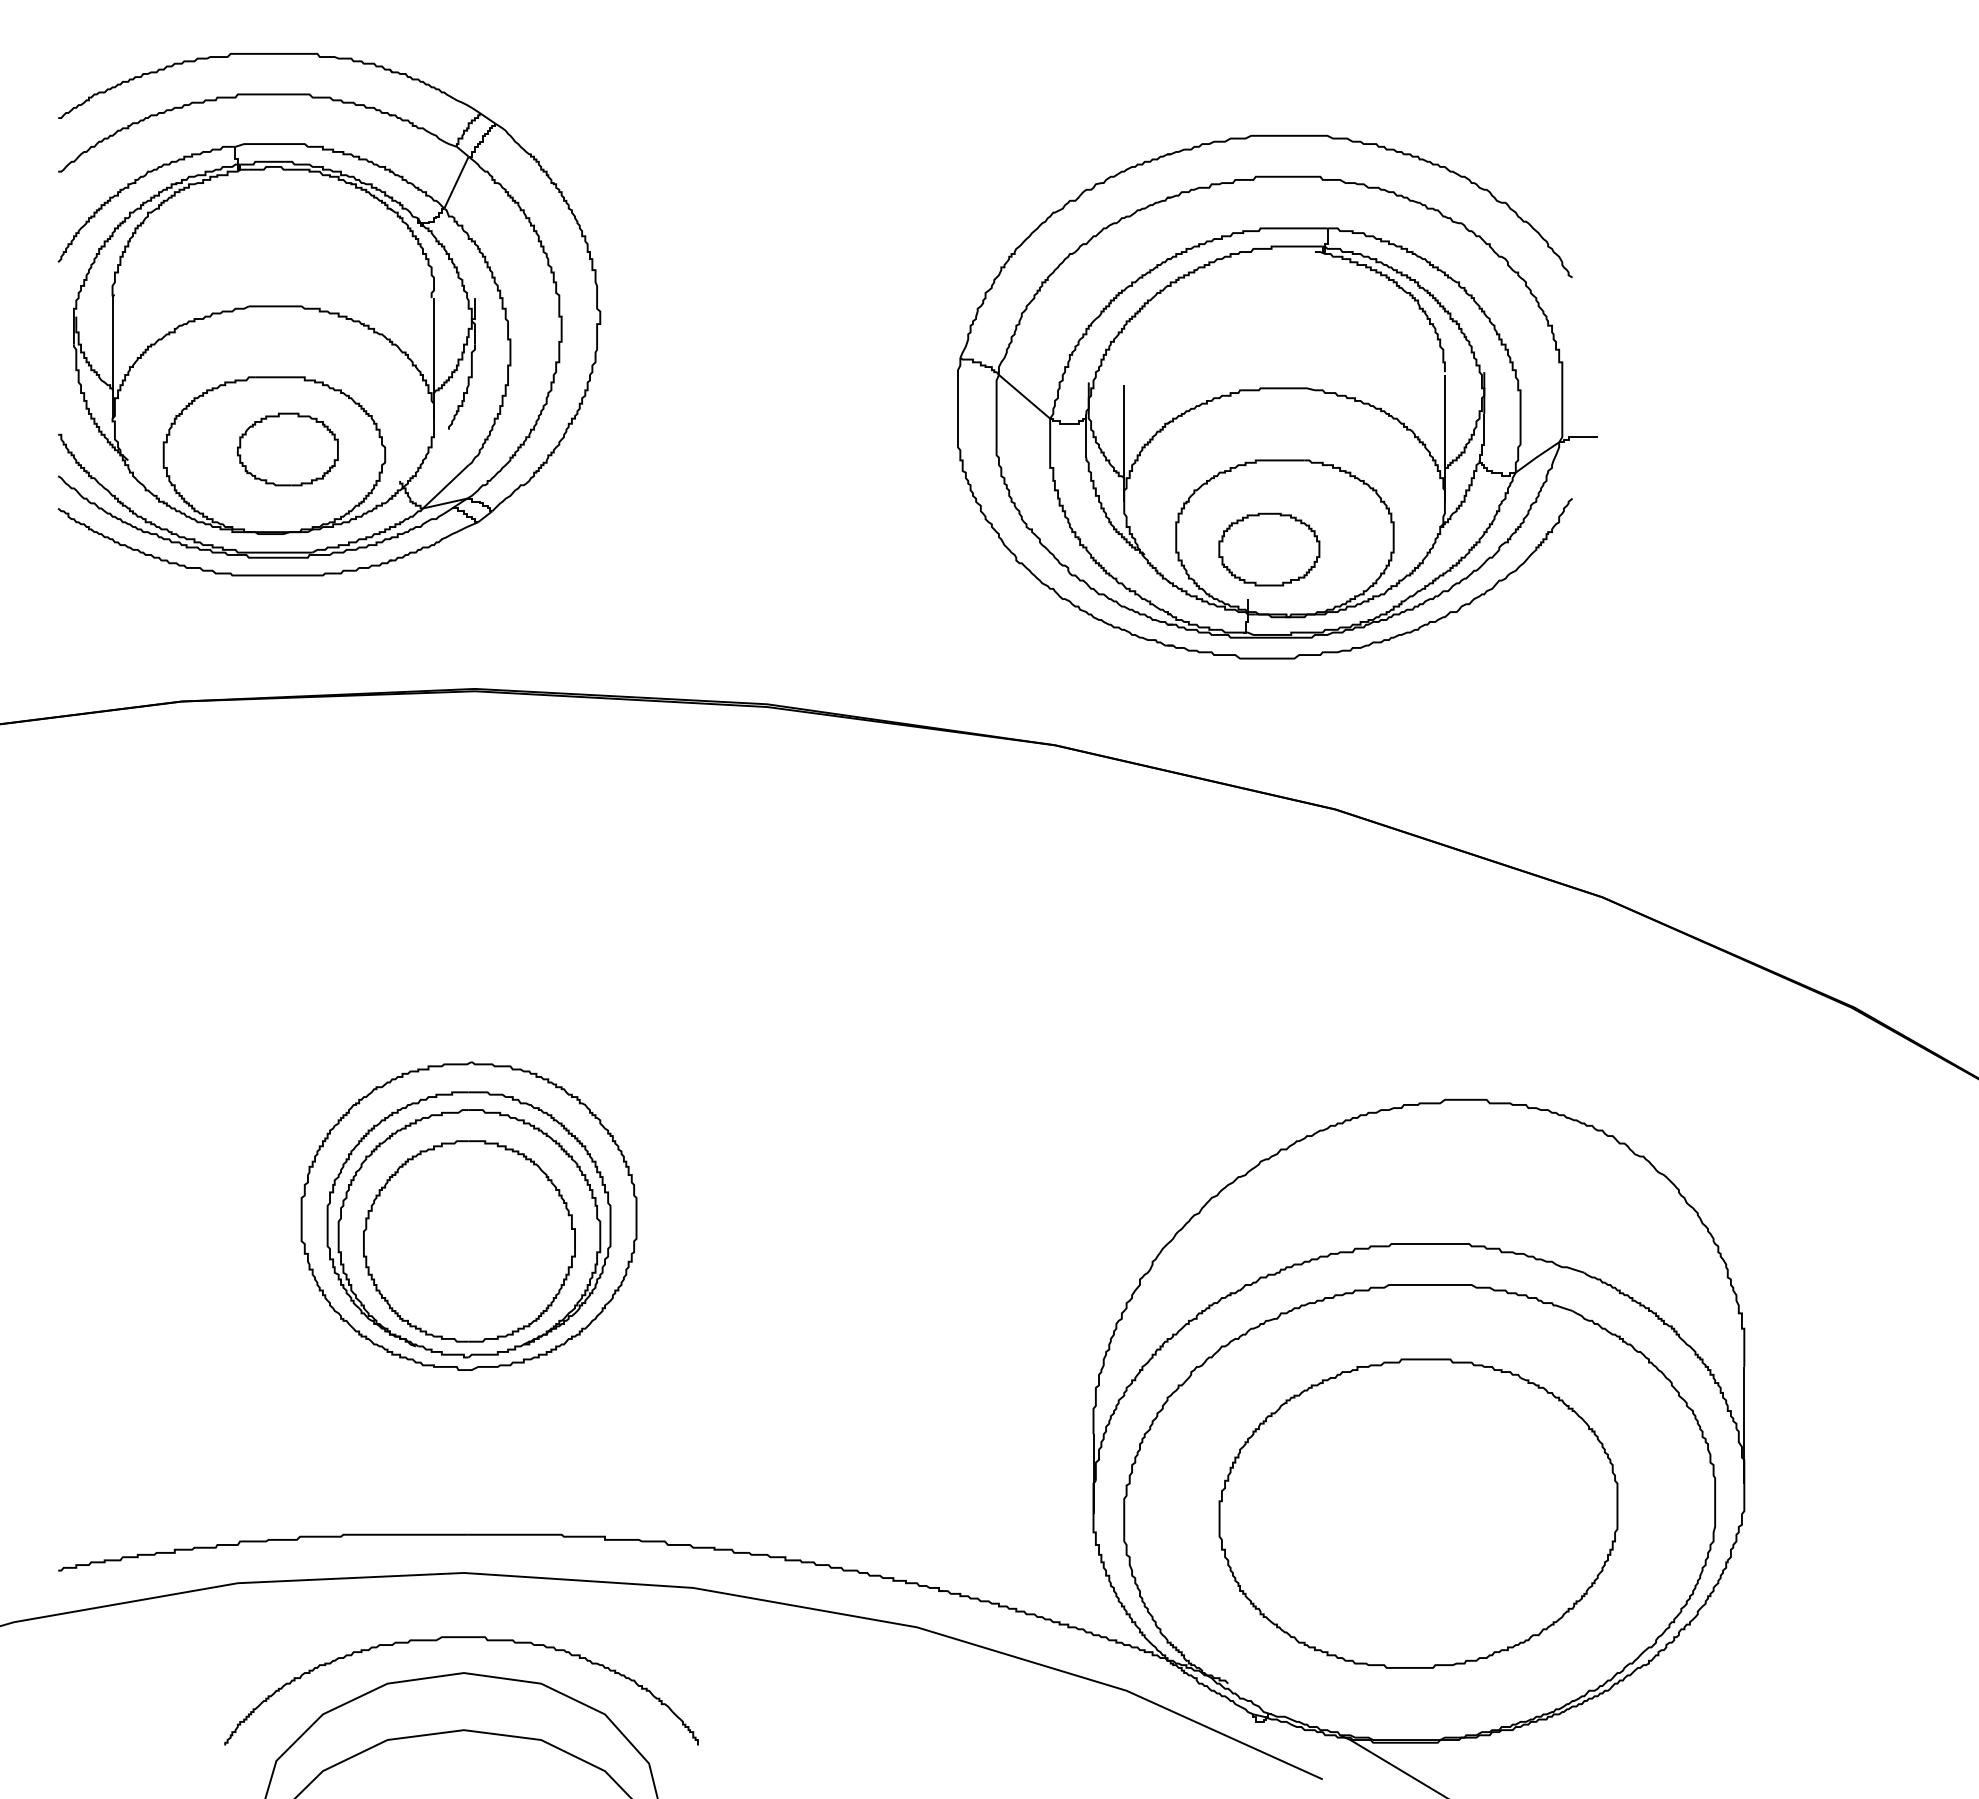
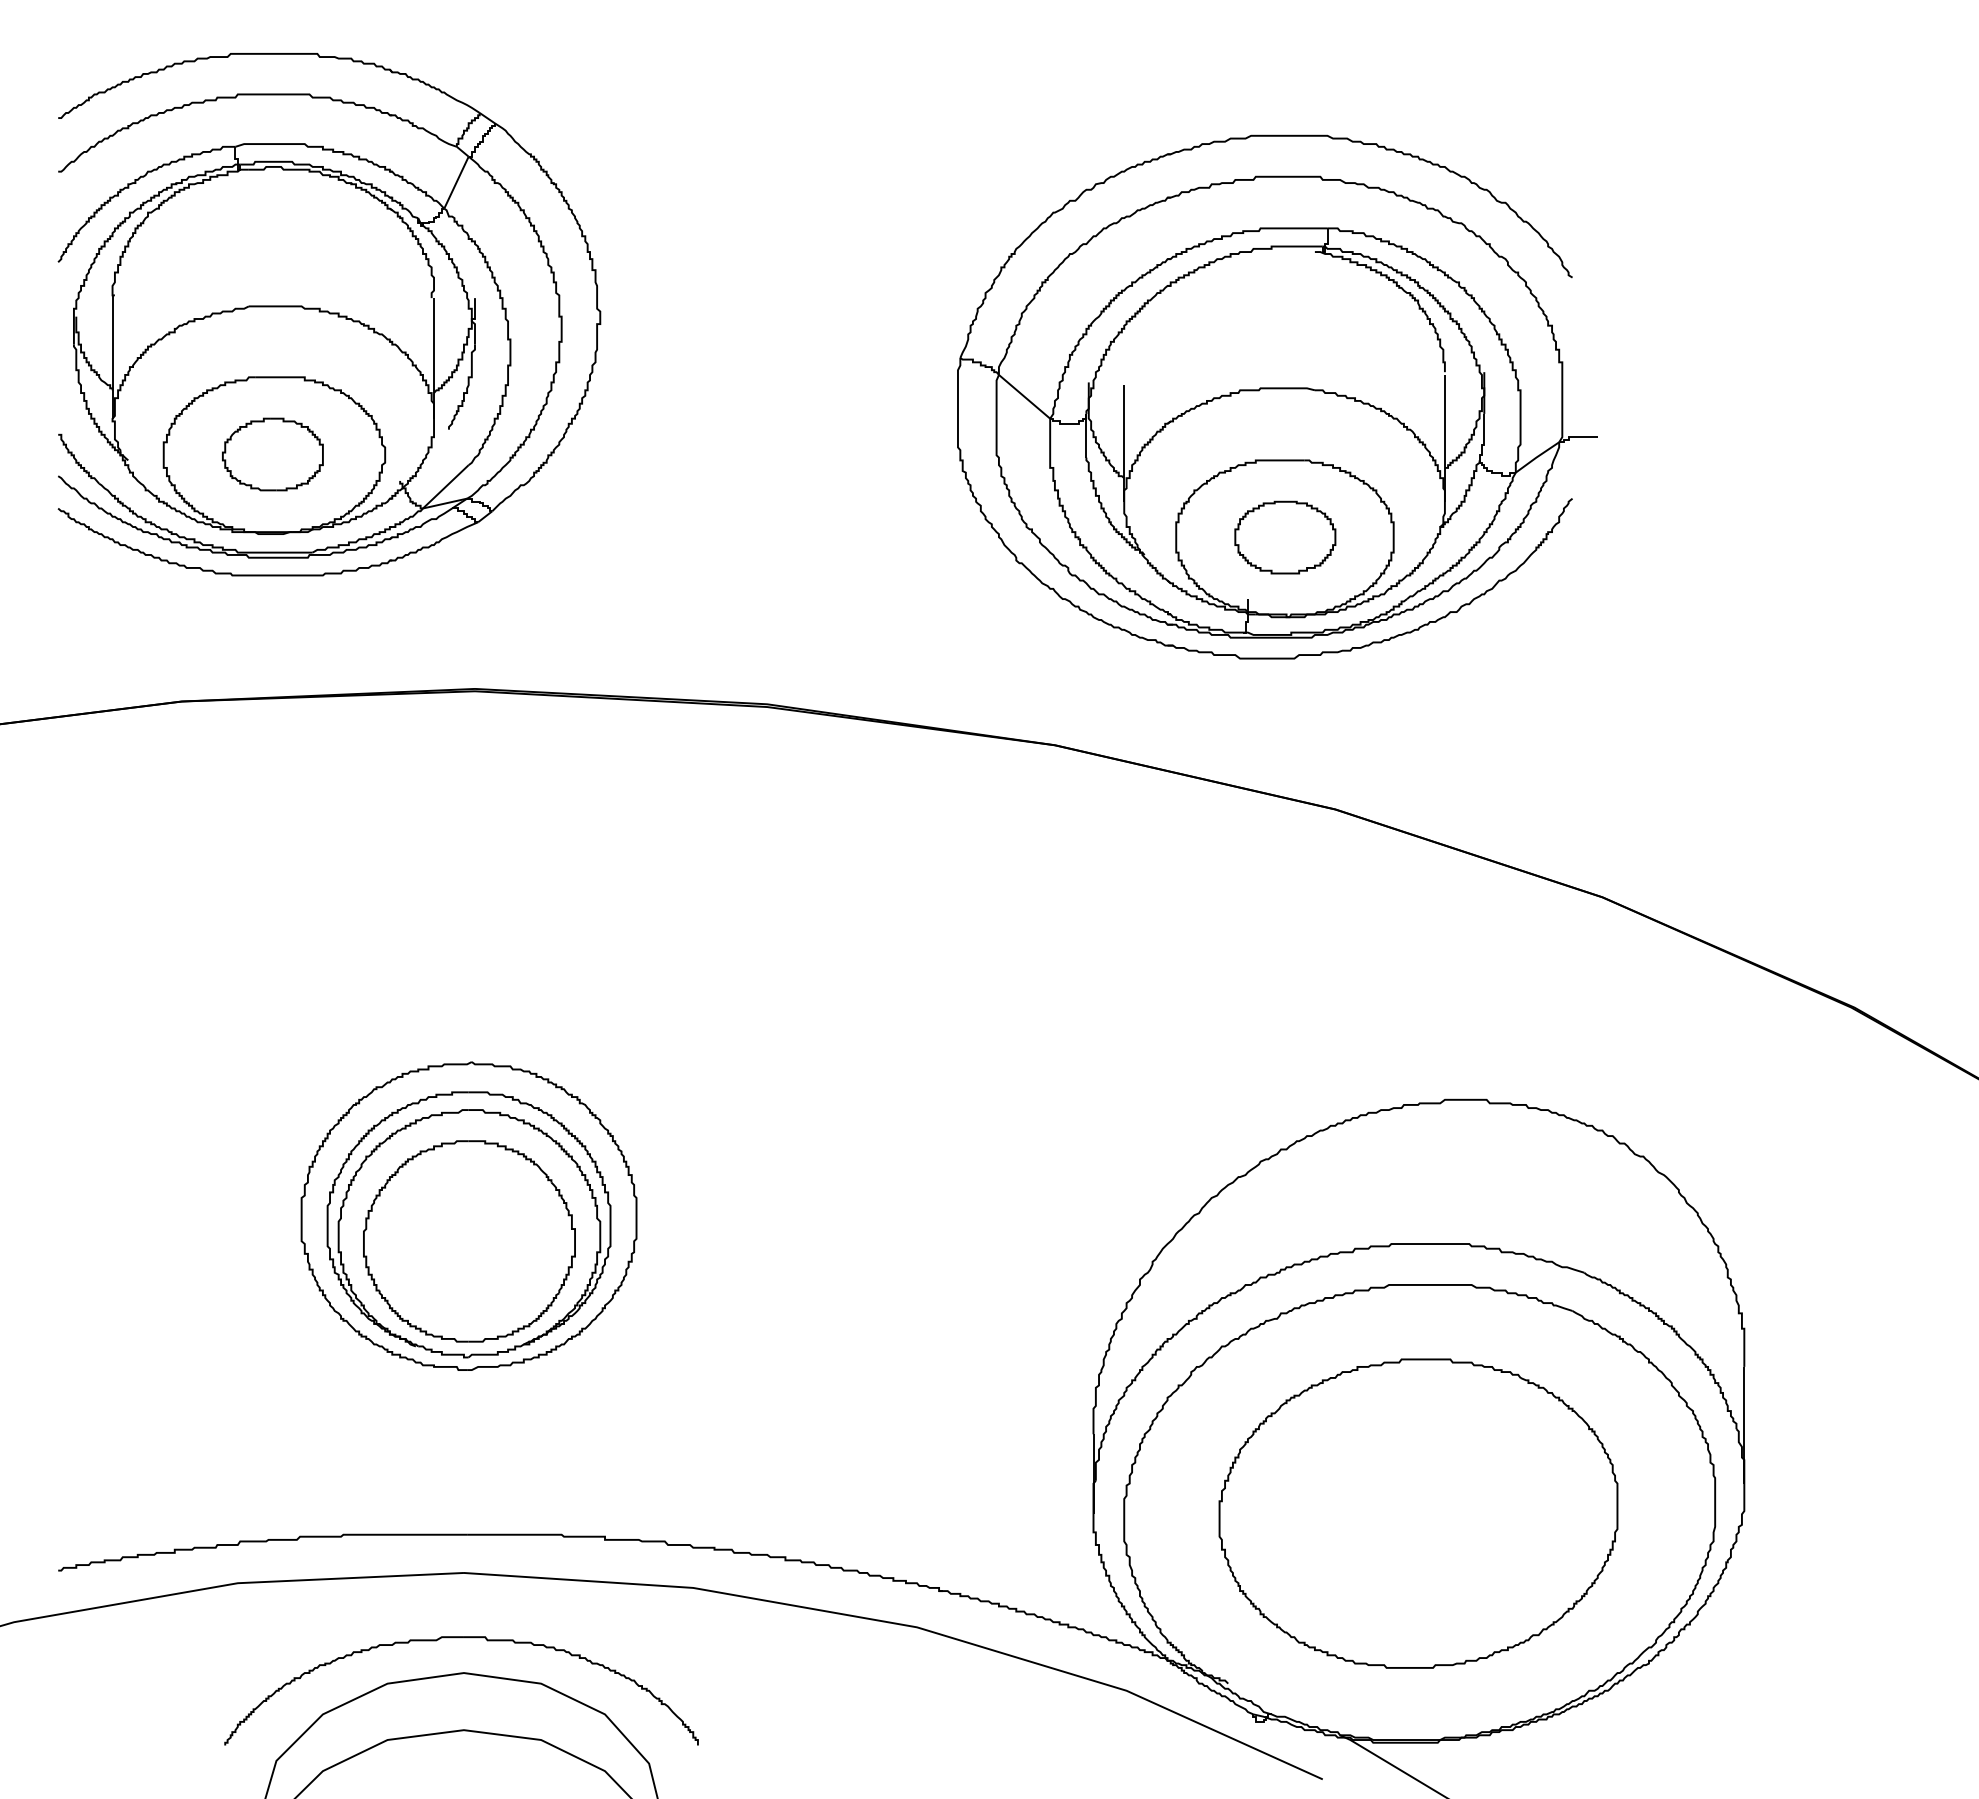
part at (287, 449) position: (287, 449) -> (272, 454)
part at (1269, 549) position: (1269, 549) -> (1285, 537)
